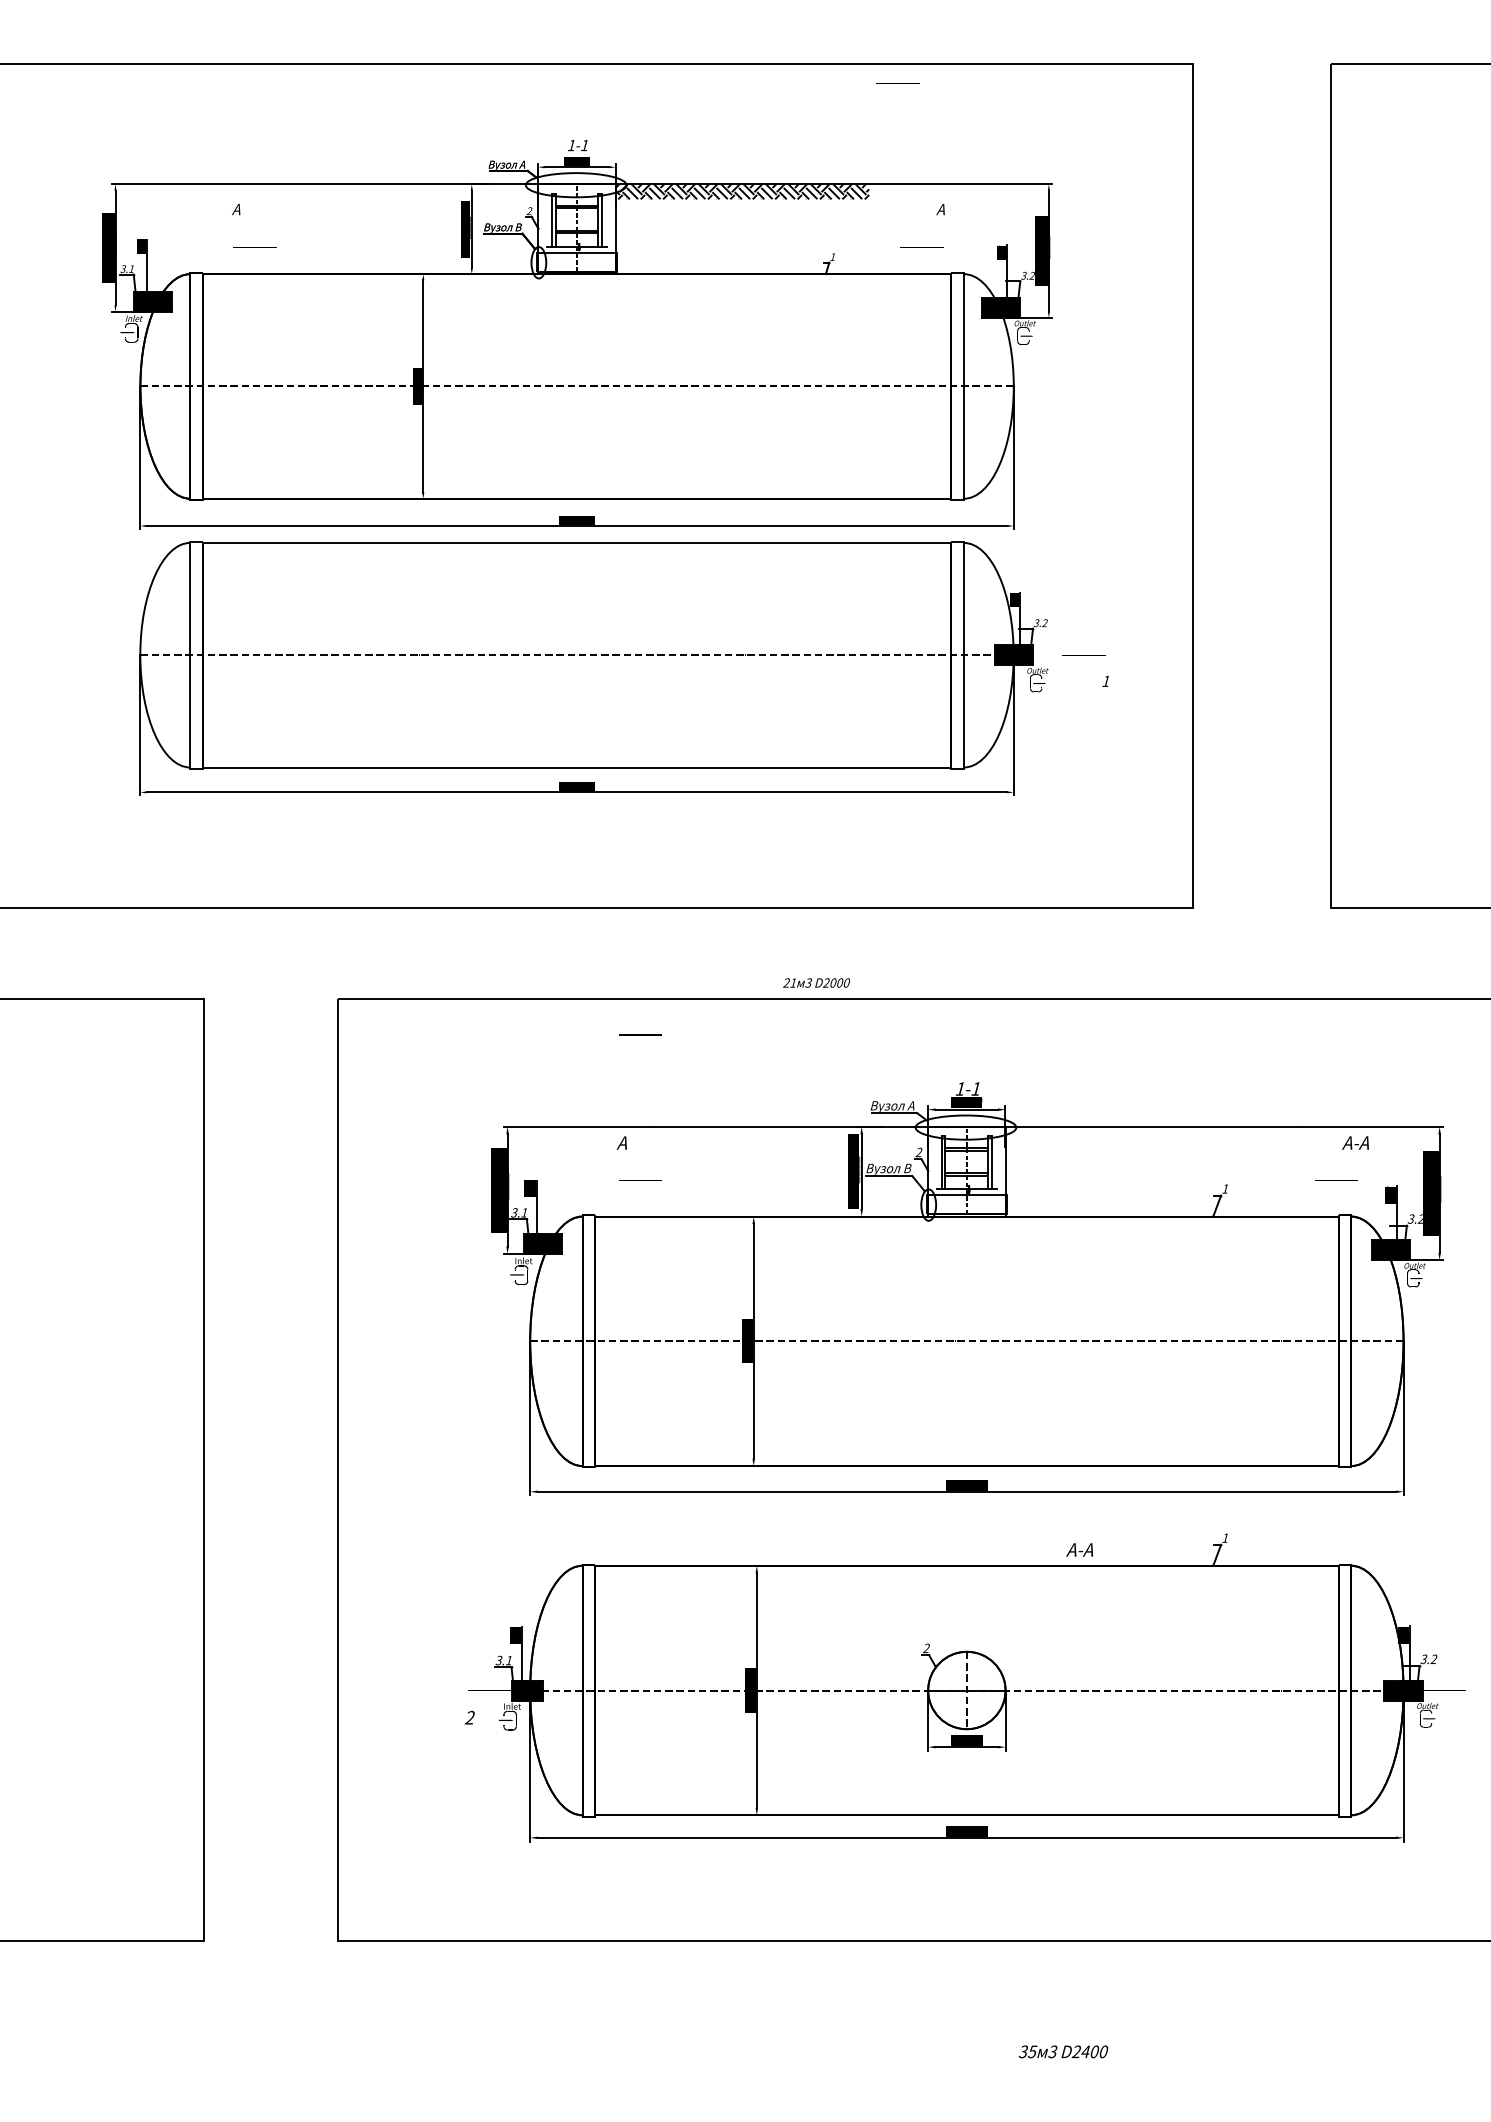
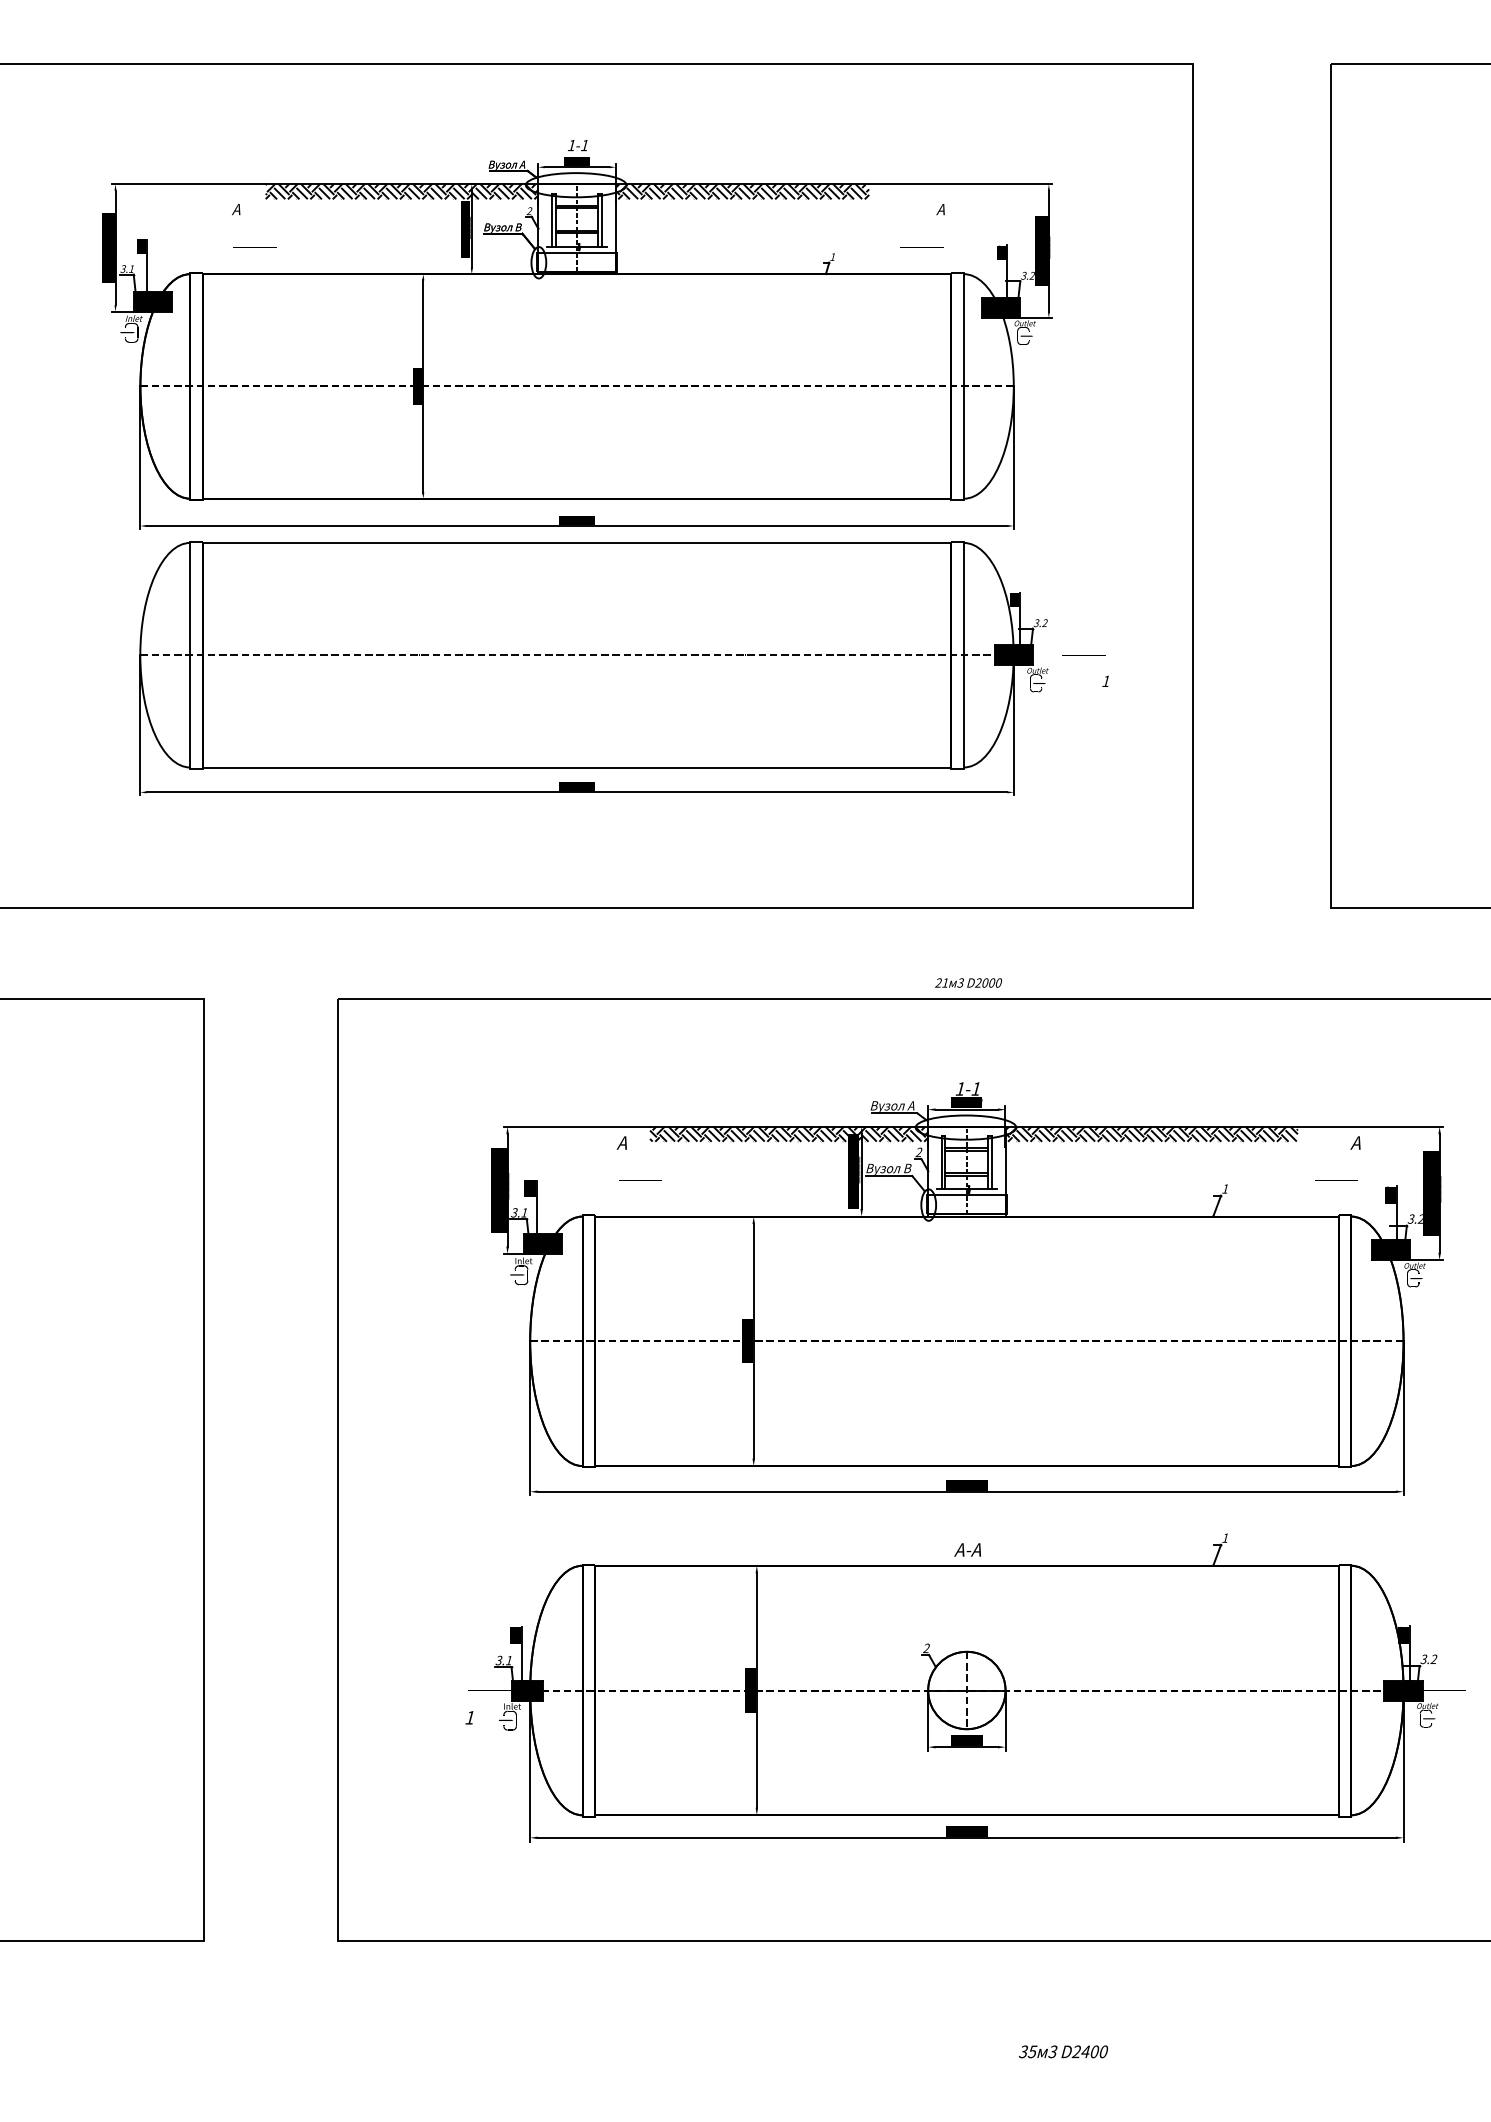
line at (897, 83): present -> none
hatch at (401, 191): none -> present
text at (816, 982) position: (816, 982) -> (968, 982)
line at (640, 1035): present -> none
hatch at (789, 1133): none -> present
hatch at (1151, 1133): none -> present
text at (1355, 1142): А-А -> А
text at (1079, 1549) position: (1079, 1549) -> (967, 1549)
text at (469, 1717): 2 -> 1
